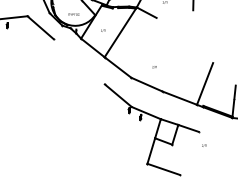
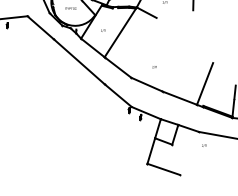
text at (73, 14) position: (73, 14) -> (70, 8)
line at (78, 61): none -> present
line at (216, 134): none -> present
